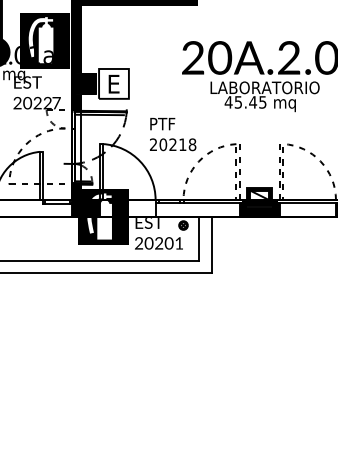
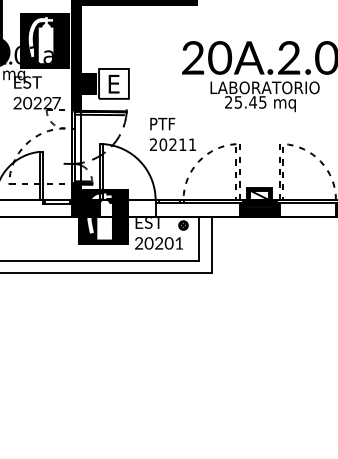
text at (228, 102): 45.45 -> 25.45
text at (192, 144): 20218 -> 20211
